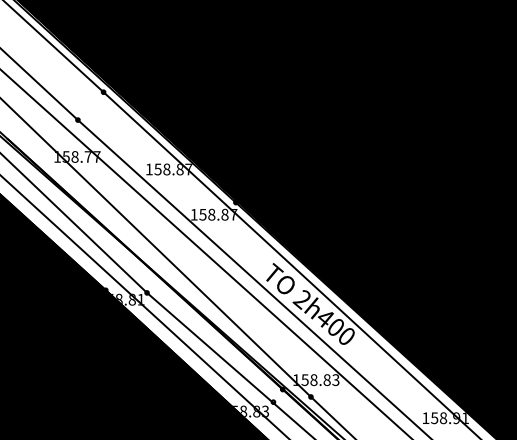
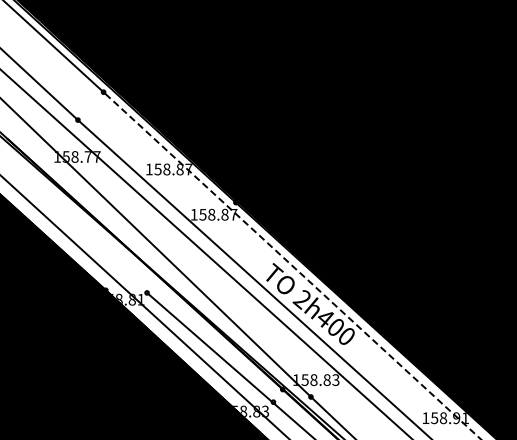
line at (74, 223): present -> none
line at (292, 266): solid -> dashed
